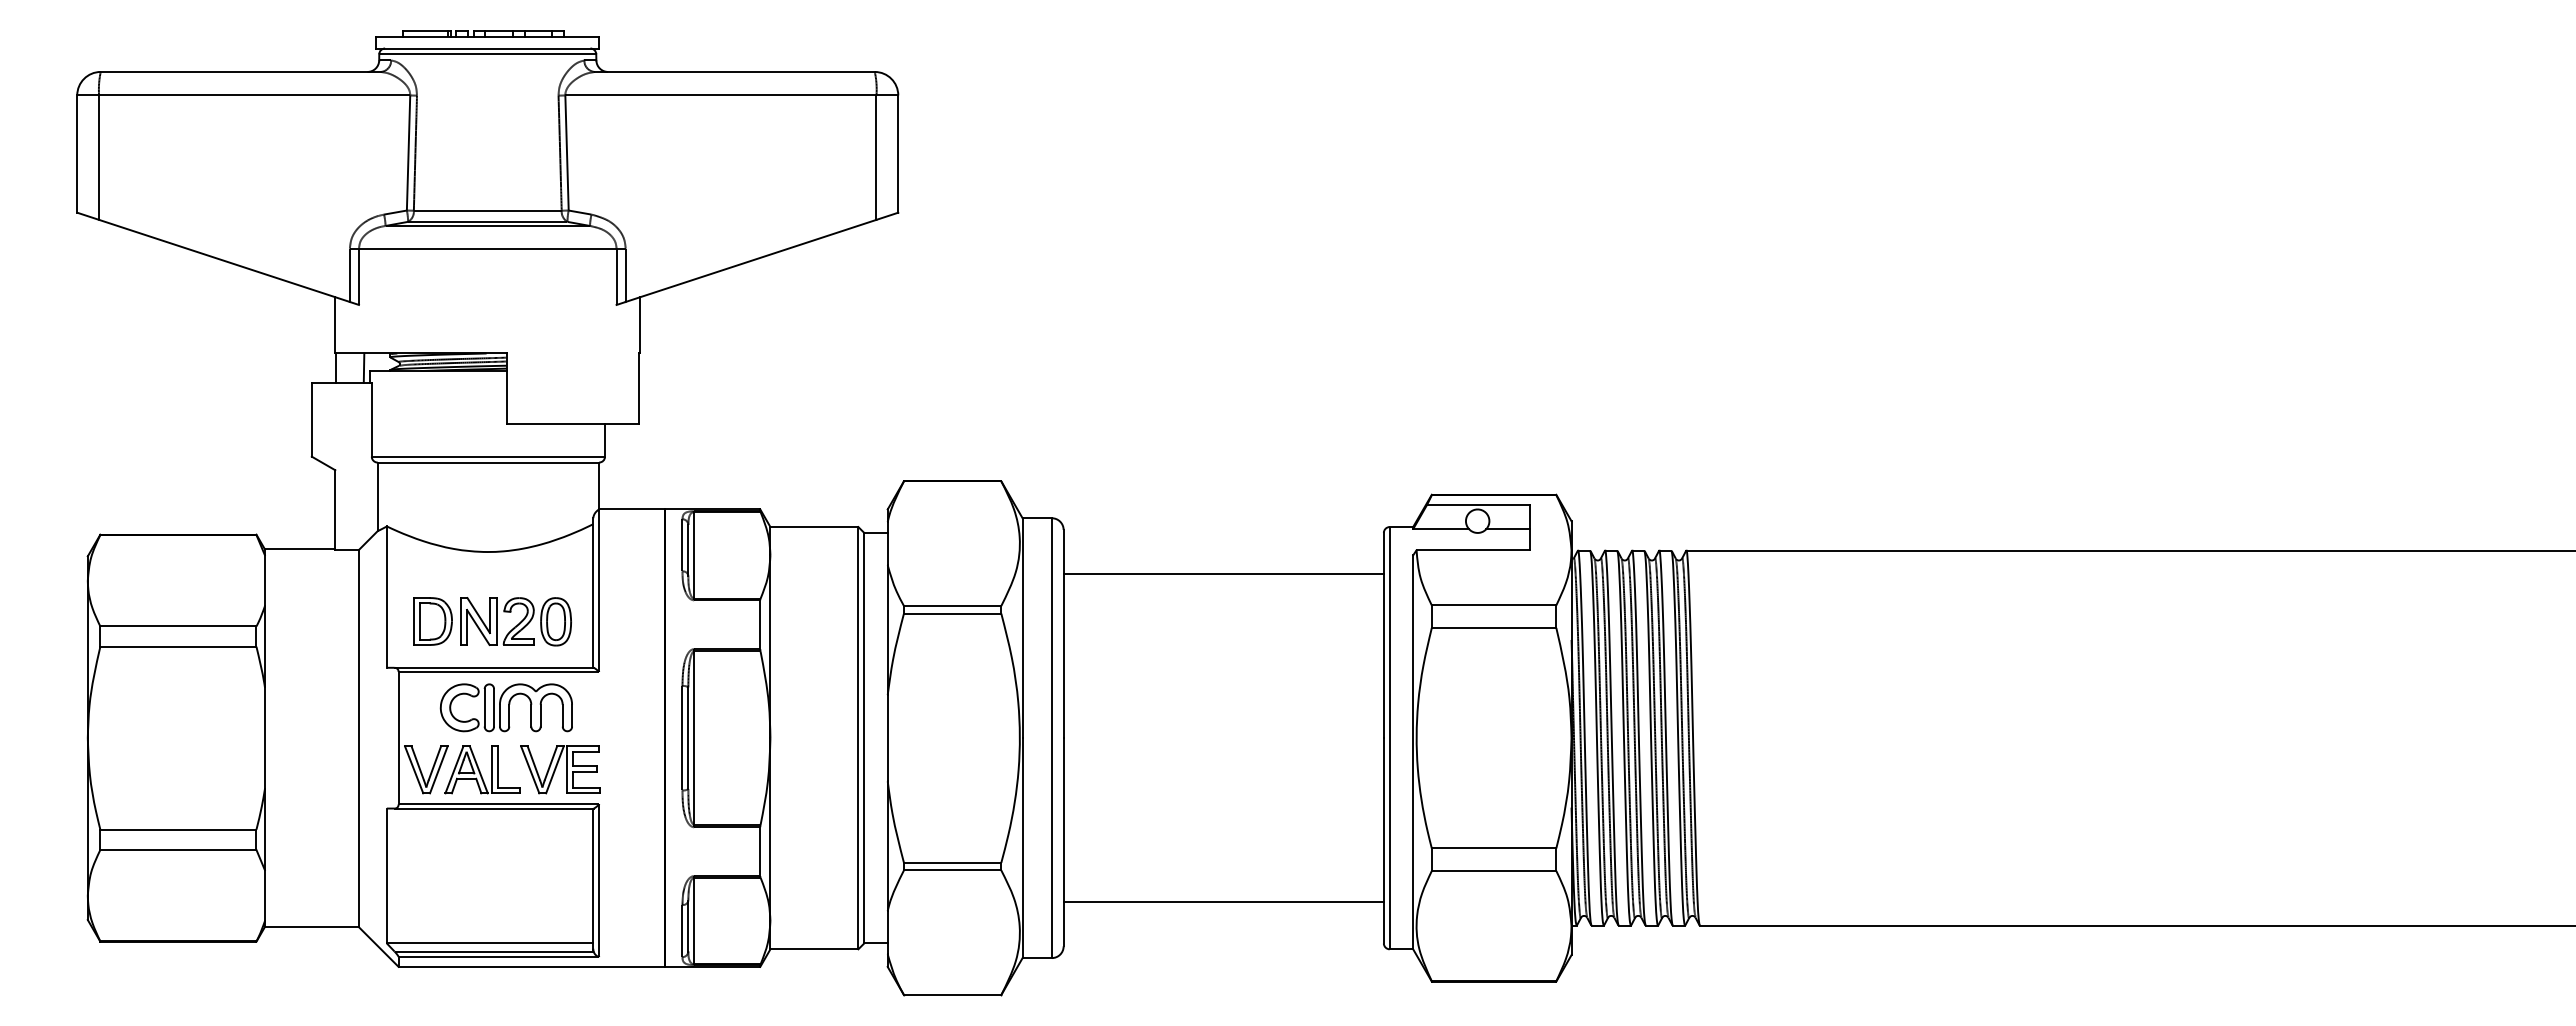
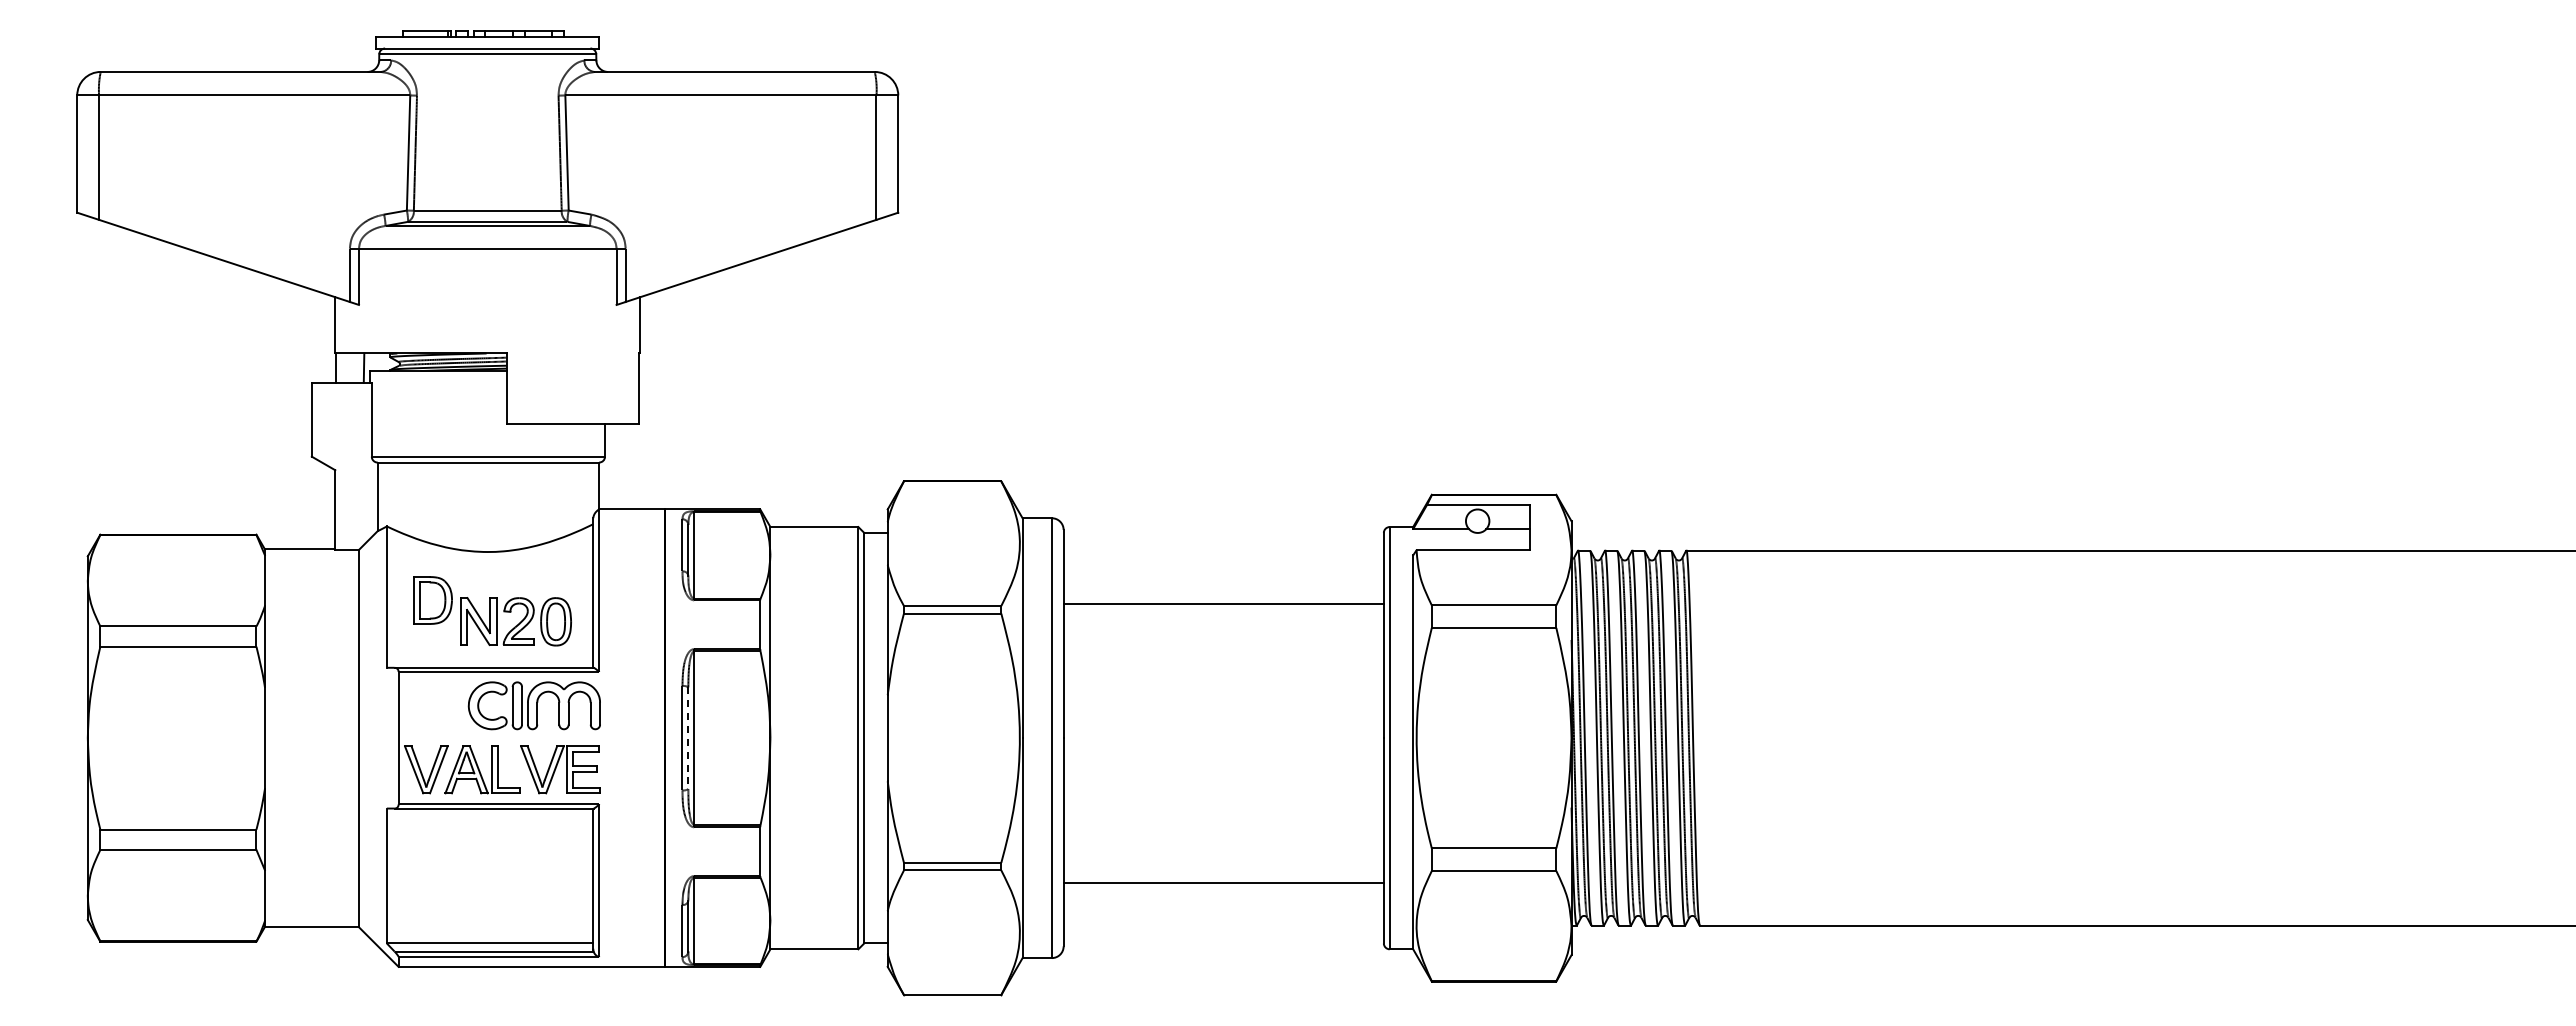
line at (1223, 573) position: (1223, 573) -> (1223, 603)
part at (432, 621) position: (432, 621) -> (432, 600)
part at (505, 707) position: (505, 707) -> (533, 705)
line at (688, 738): solid -> dashed
line at (1223, 902) position: (1223, 902) -> (1223, 883)
